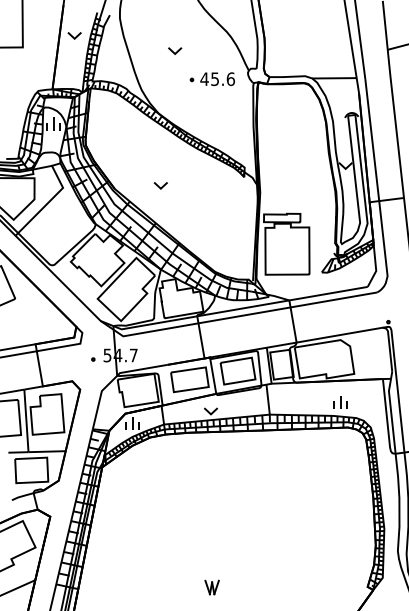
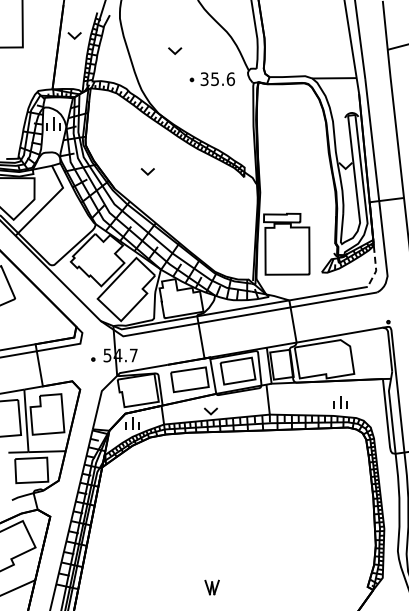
text at (204, 79): 45.6 -> 35.6
part at (160, 185) position: (160, 185) -> (147, 171)
line at (375, 268): solid -> dashed
